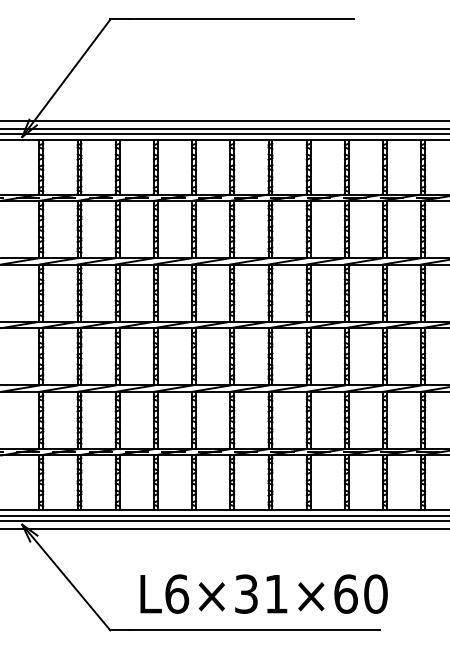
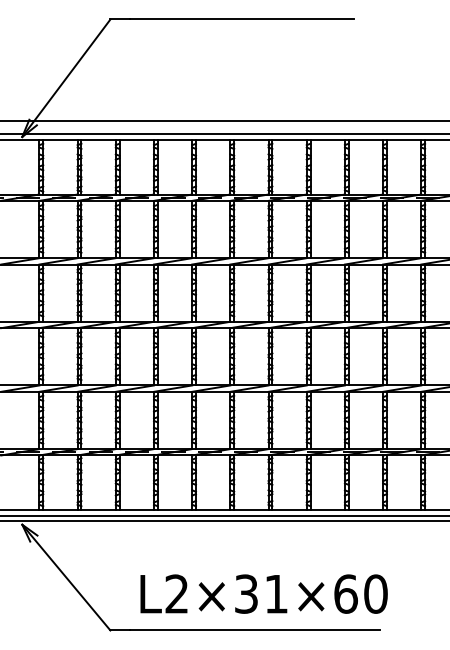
line at (224, 128): present -> none
line at (224, 528): present -> none
text at (177, 593): L6×31×60 -> L2×31×60
